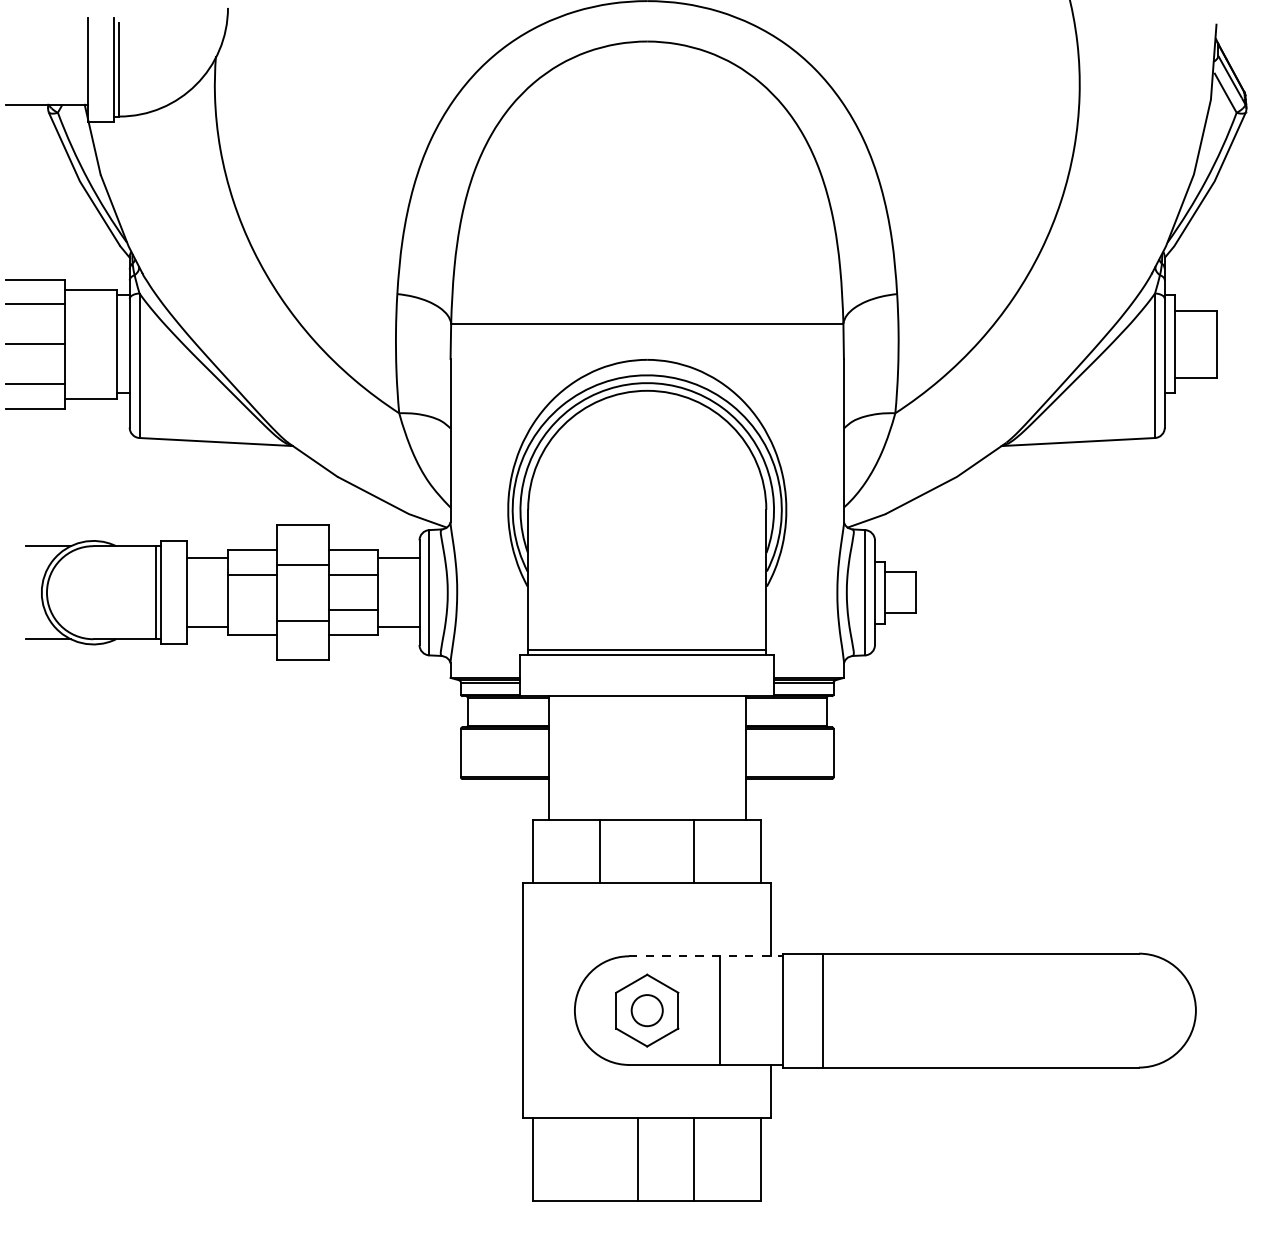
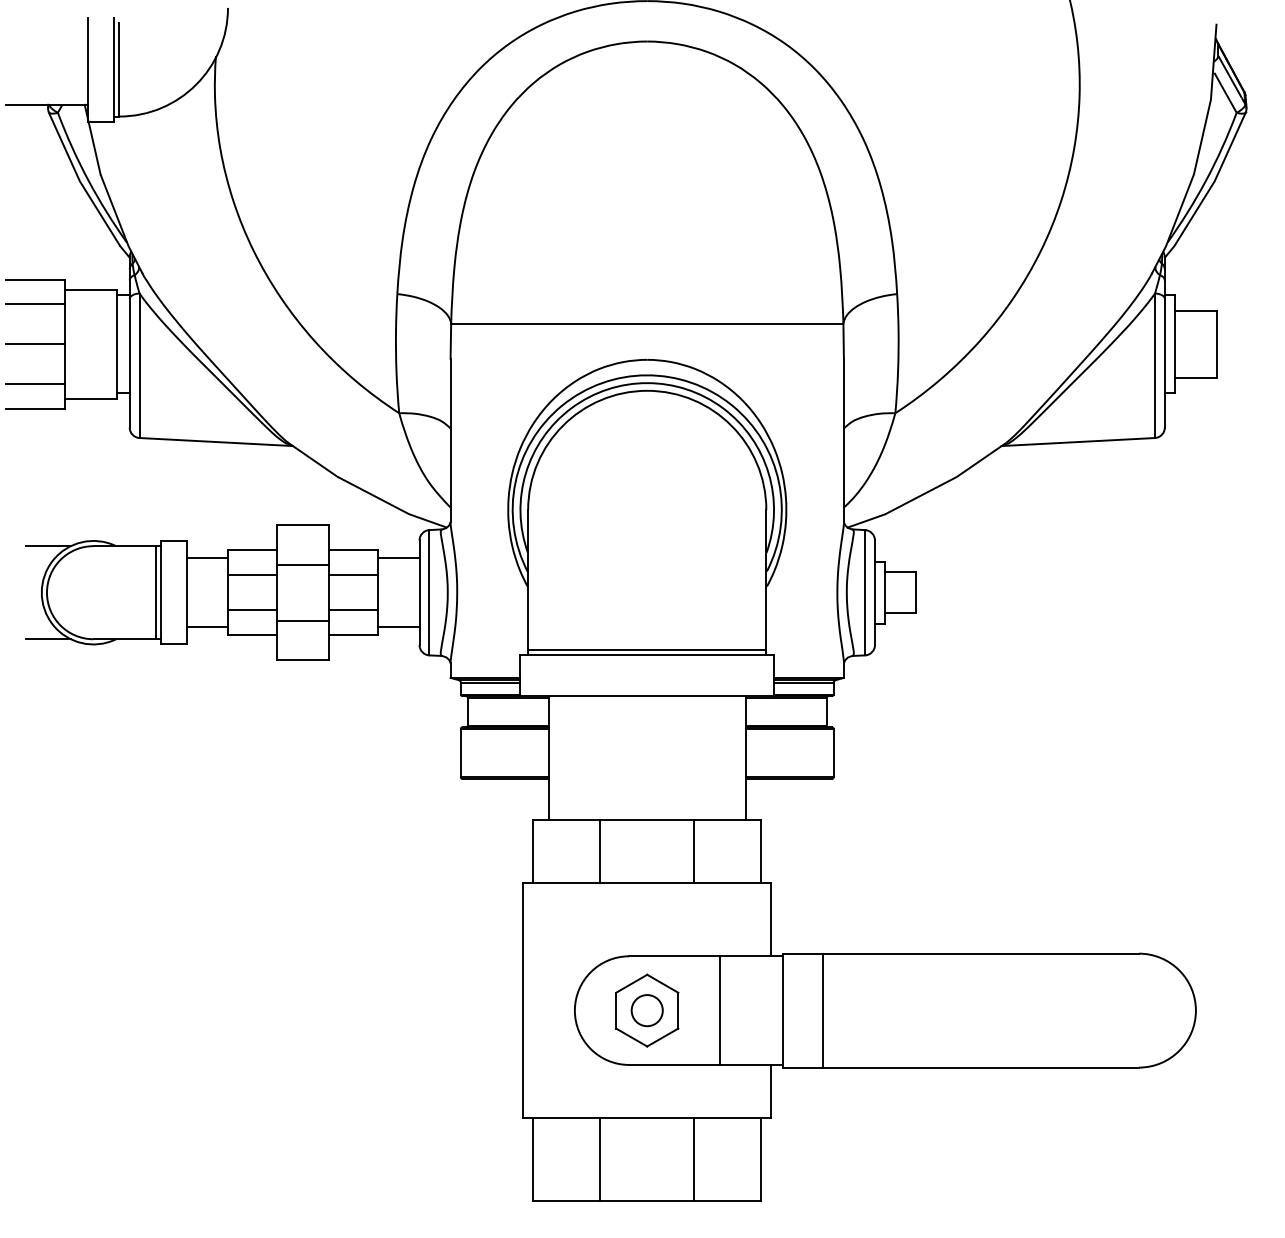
line at (252, 610): none -> present
line at (706, 956): dashed -> solid
line at (638, 1159) position: (638, 1159) -> (600, 1159)
